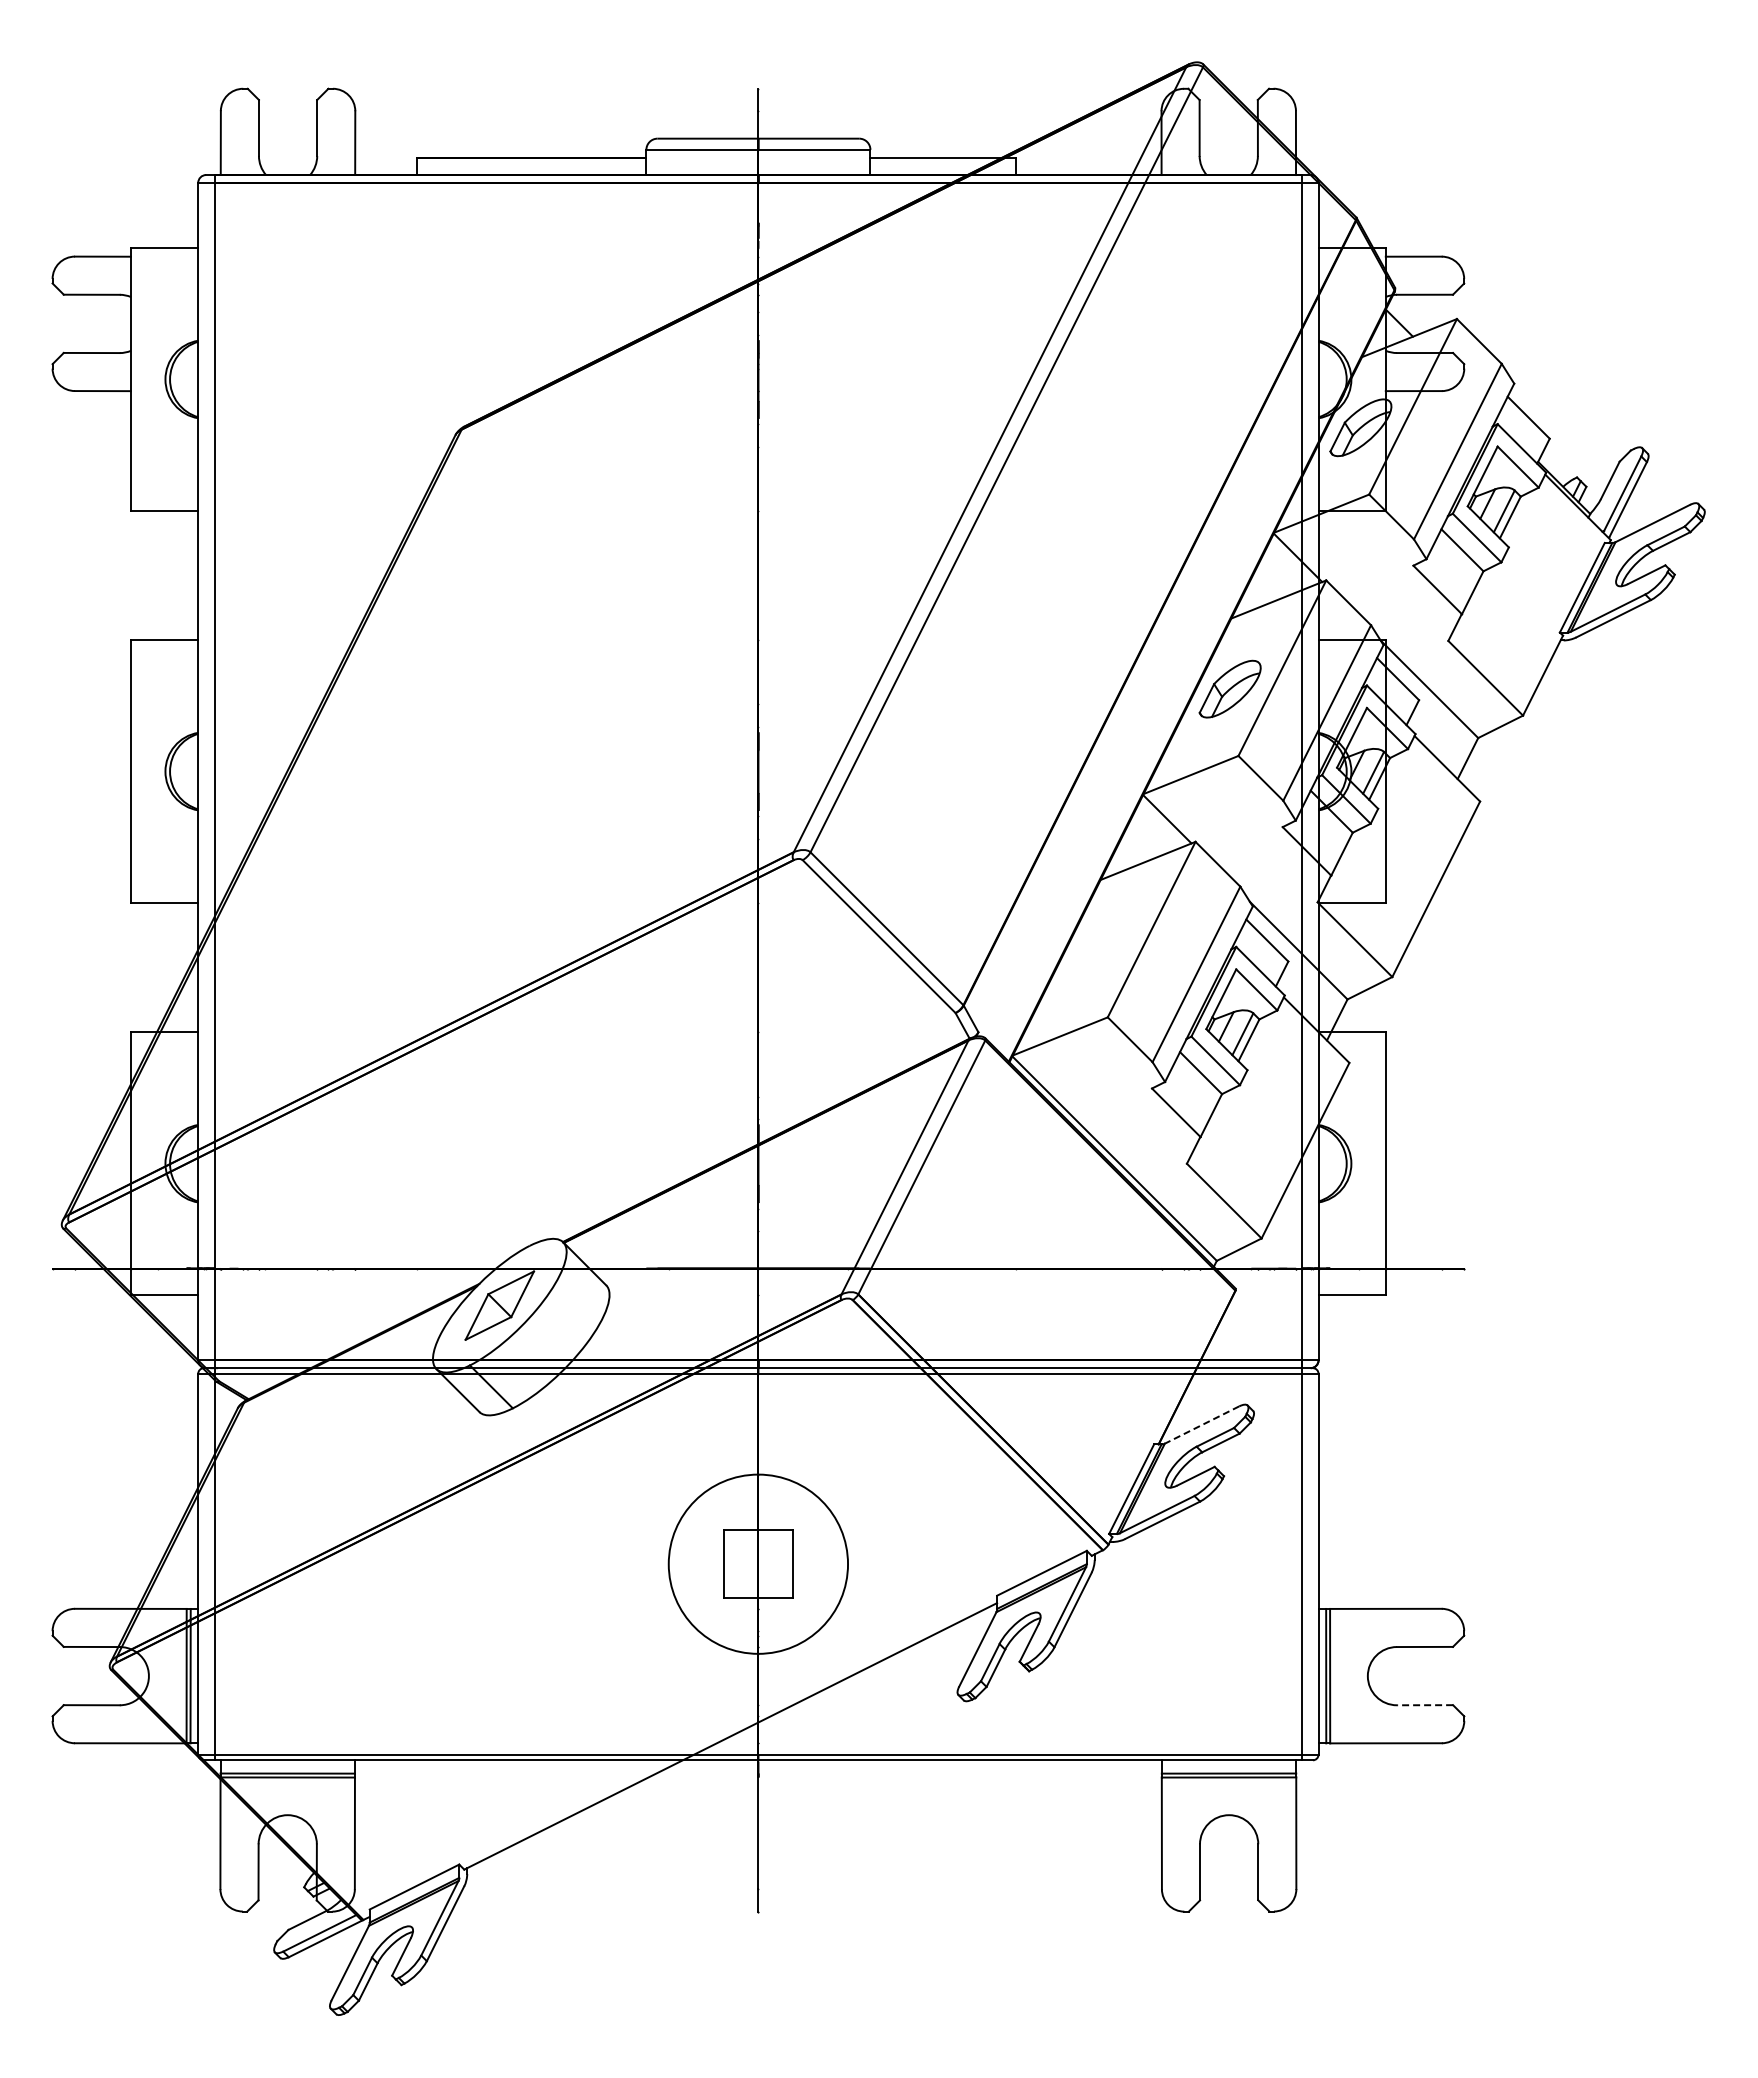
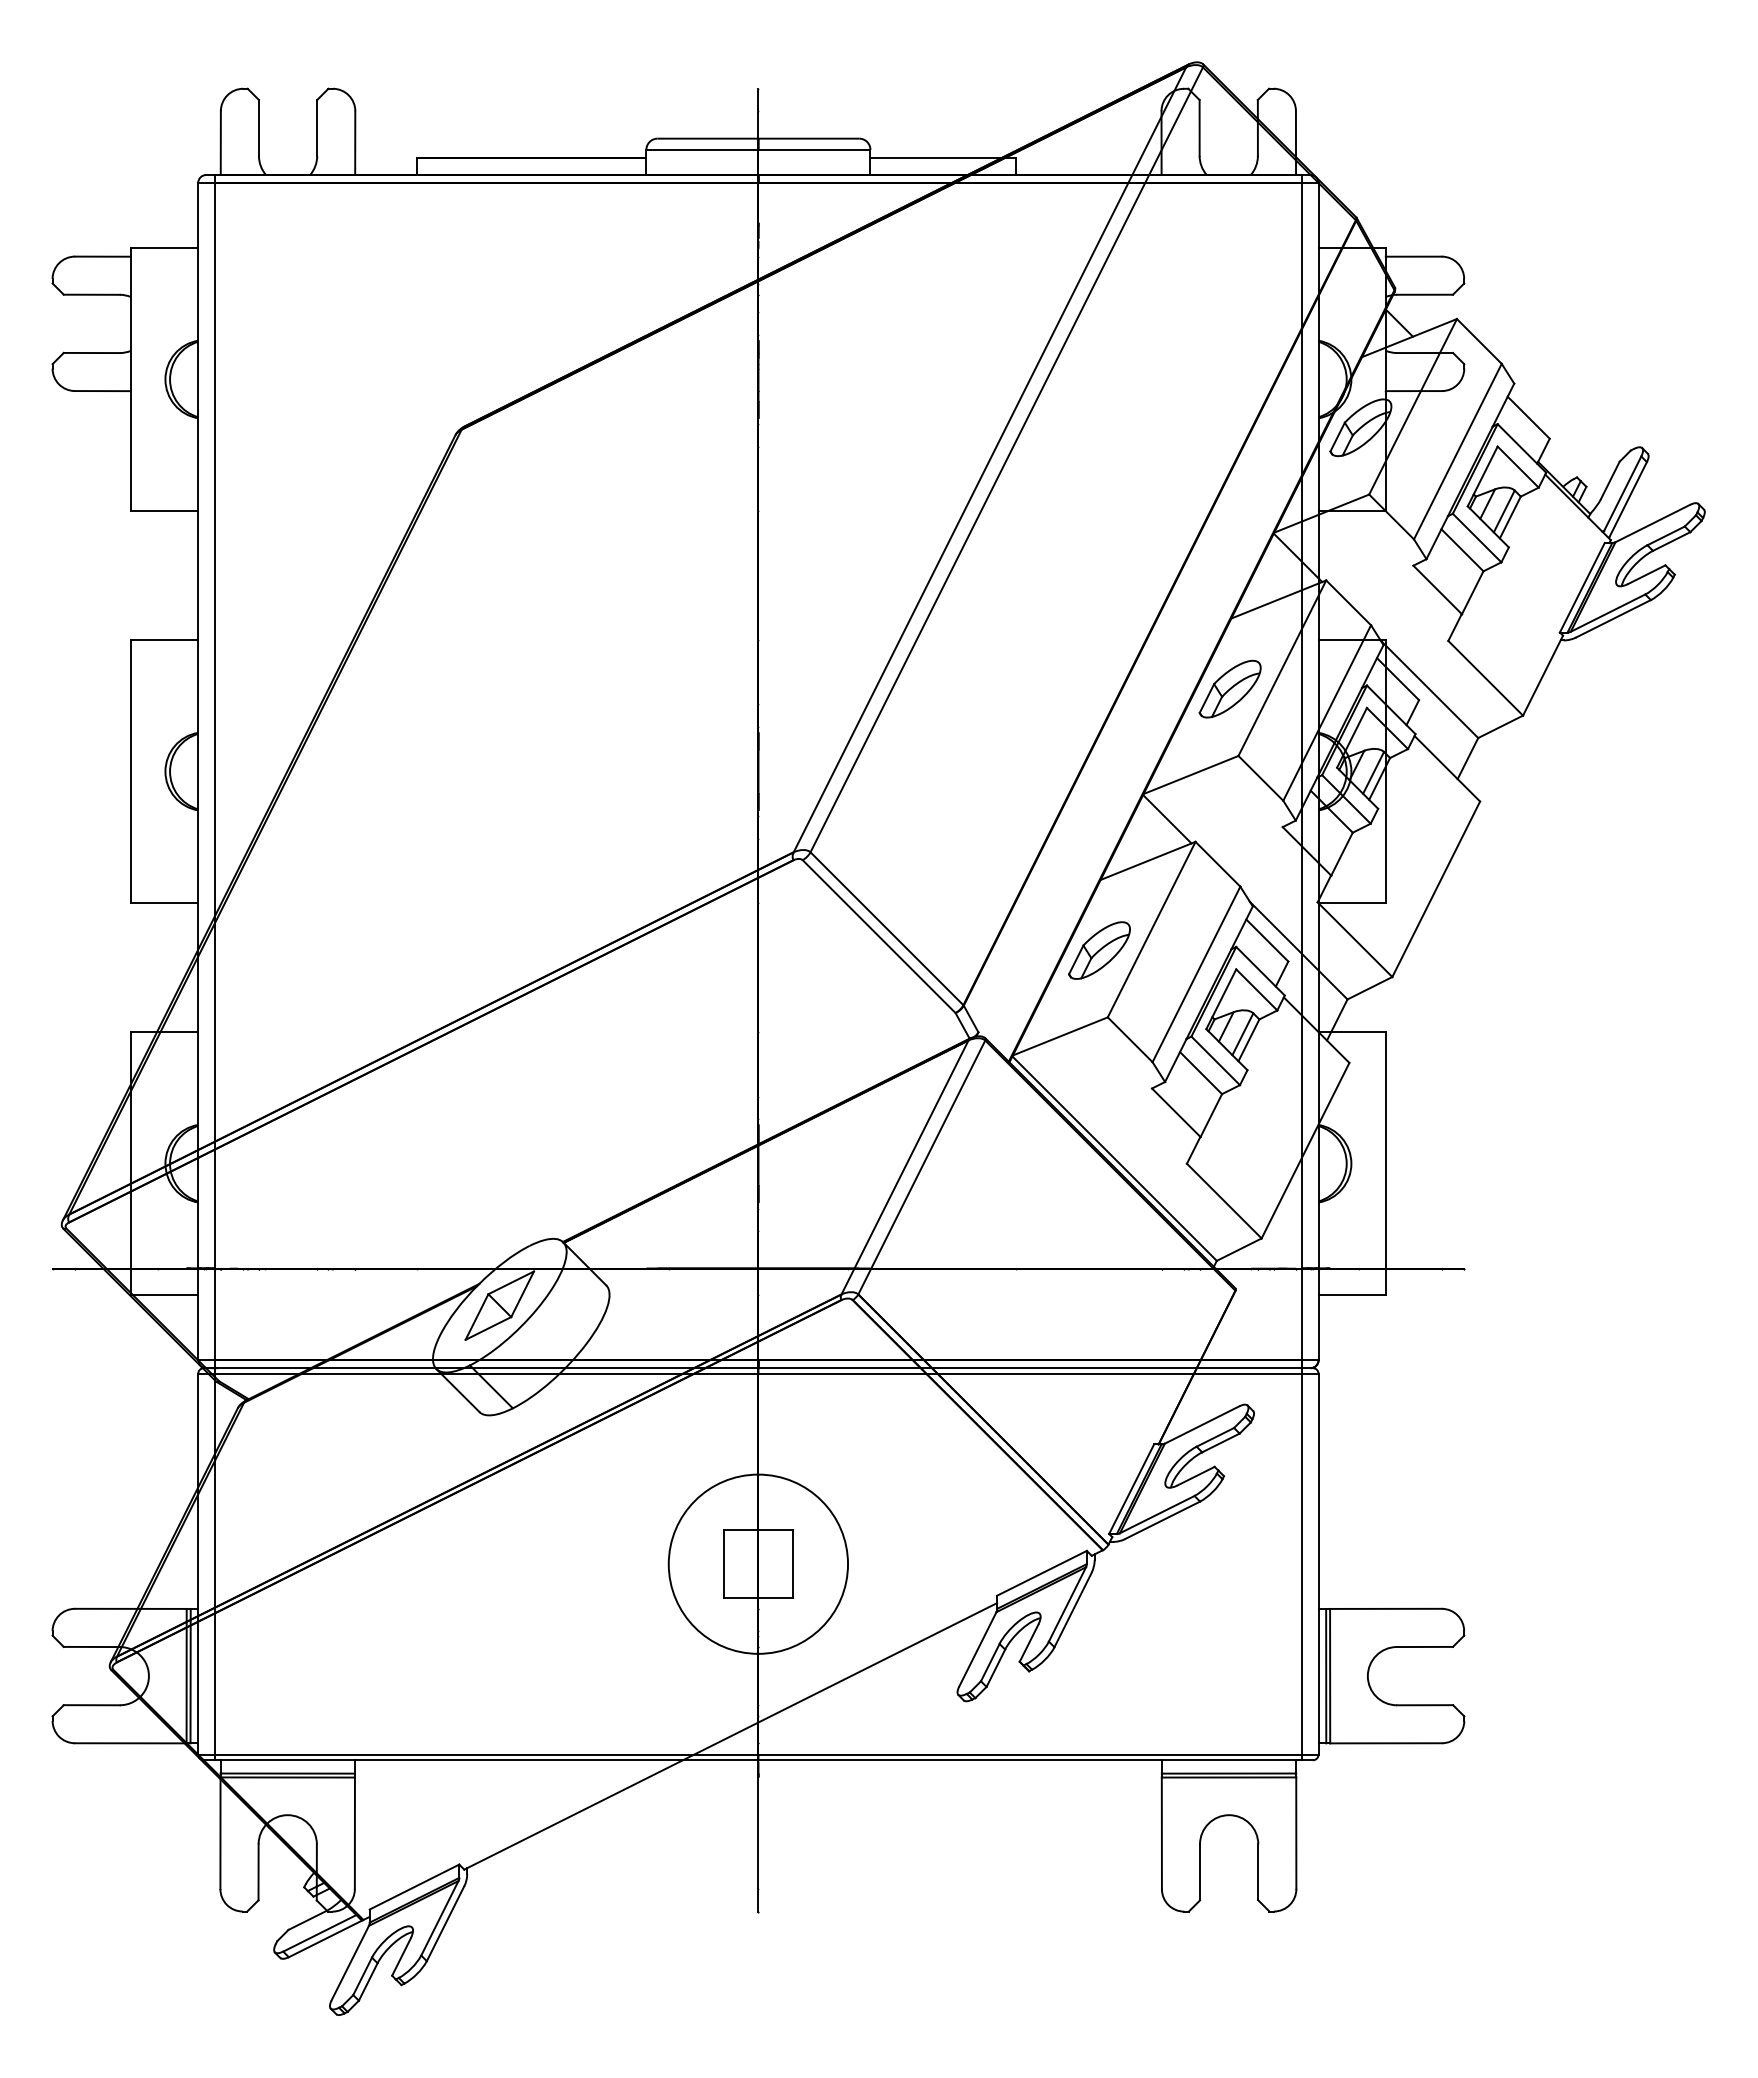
part at (1099, 950): none -> present
line at (1202, 1425): dashed -> solid
line at (1424, 1705): dashed -> solid
